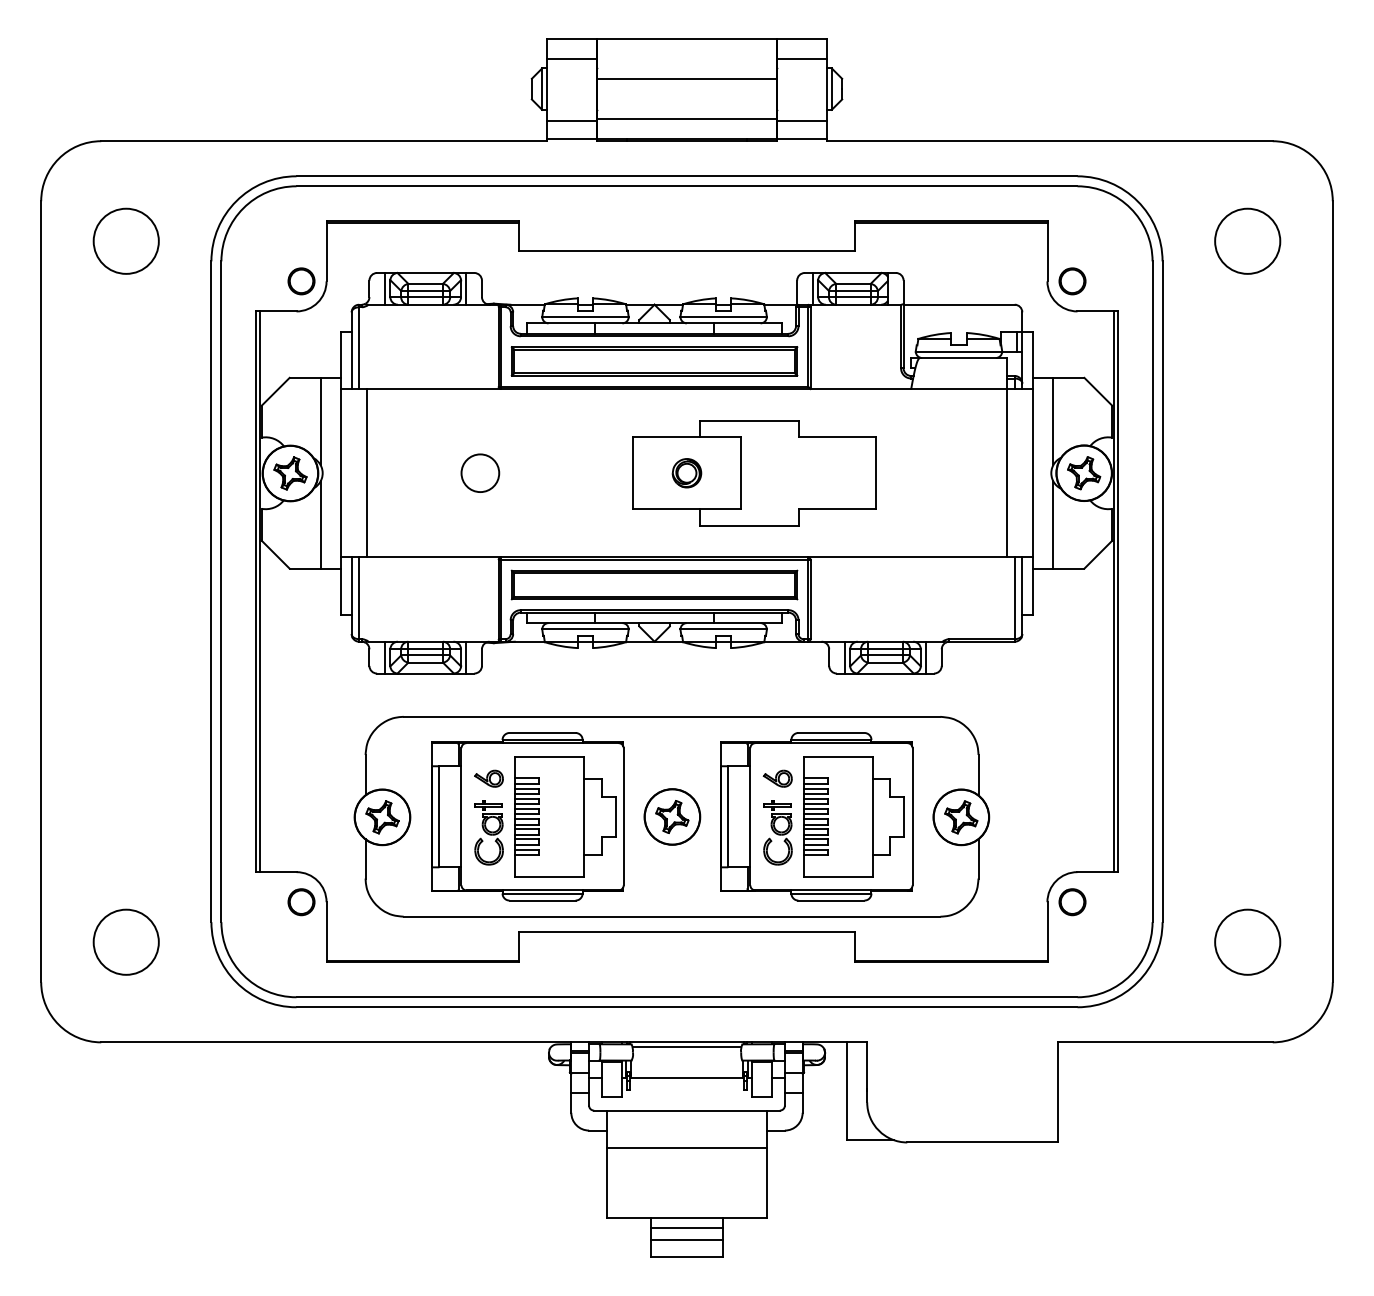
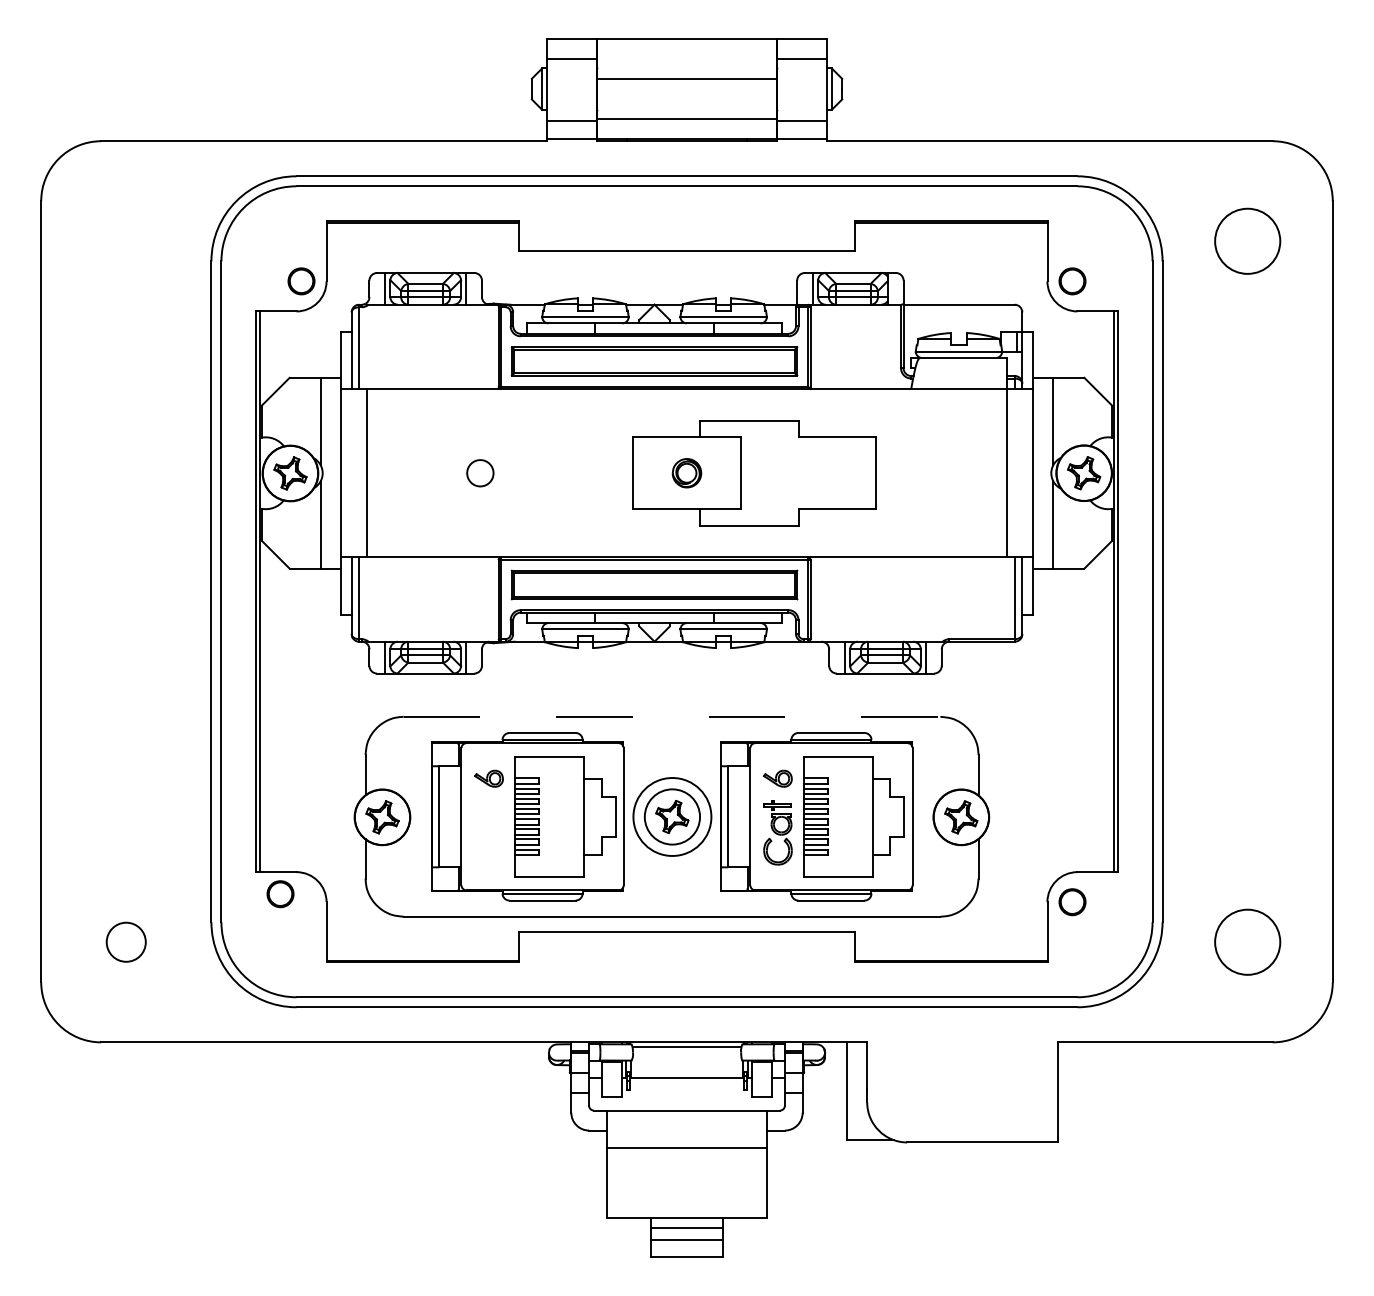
circle at (125, 240): present -> none
circle at (480, 473) diameter: 38 px -> 26 px
line at (672, 716): solid -> dashed
circle at (672, 816) diameter: 56 px -> 78 px
part at (488, 832): present -> none
circle at (301, 902) position: (301, 902) -> (280, 894)
circle at (125, 941) diameter: 65 px -> 39 px
